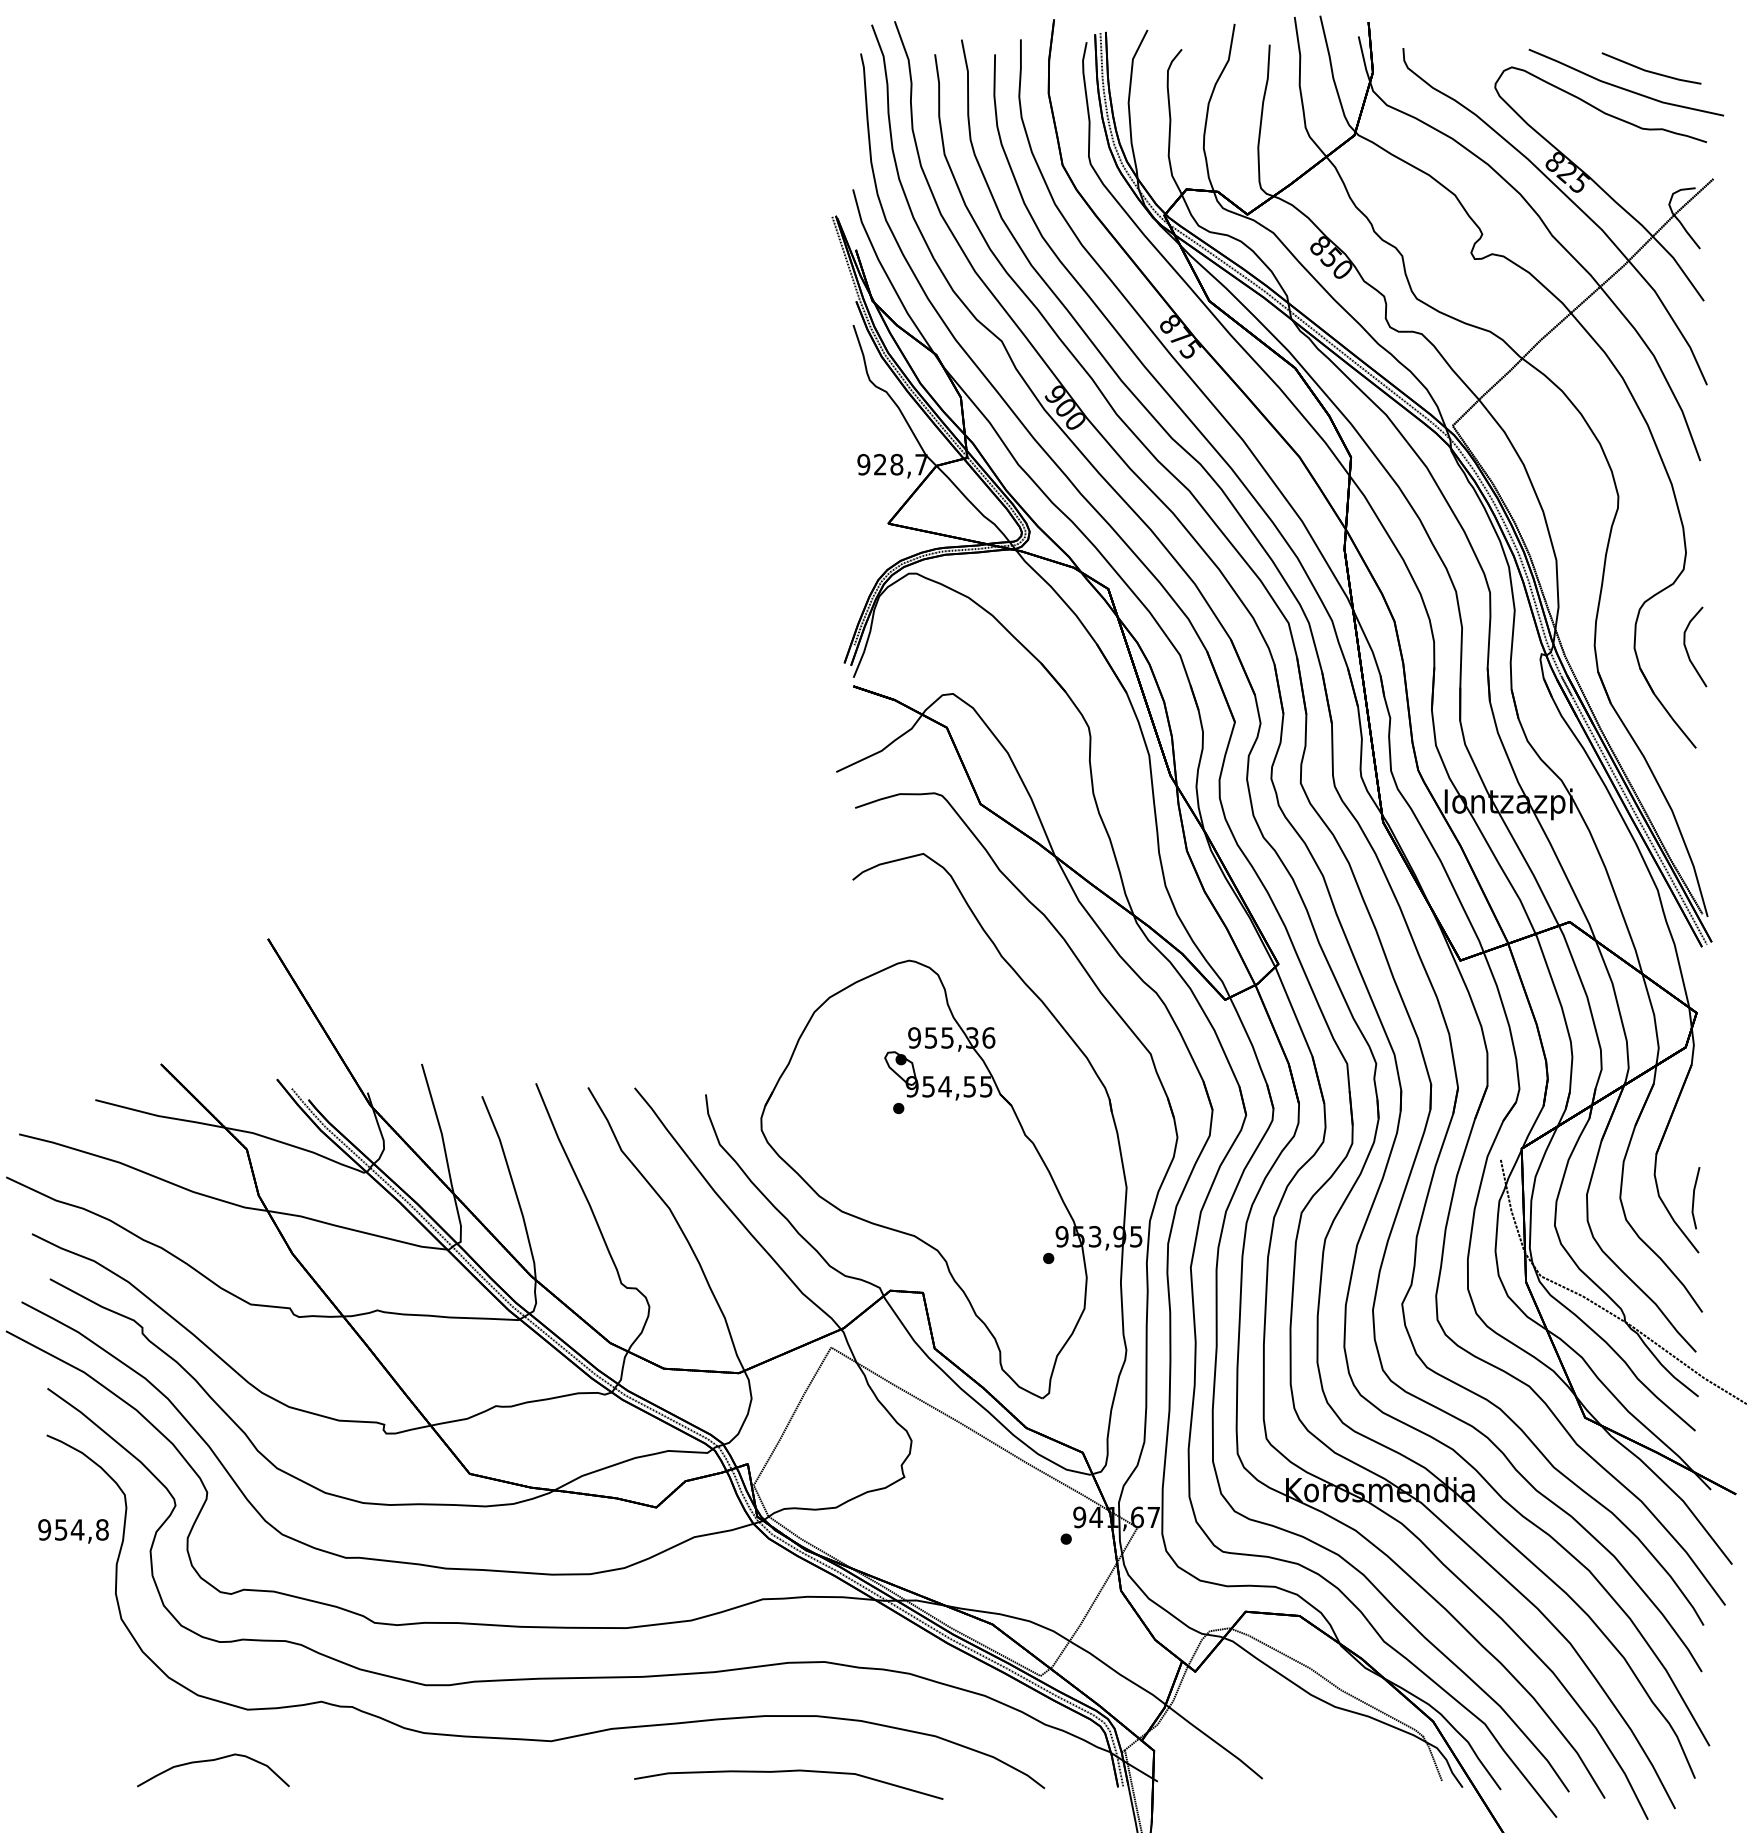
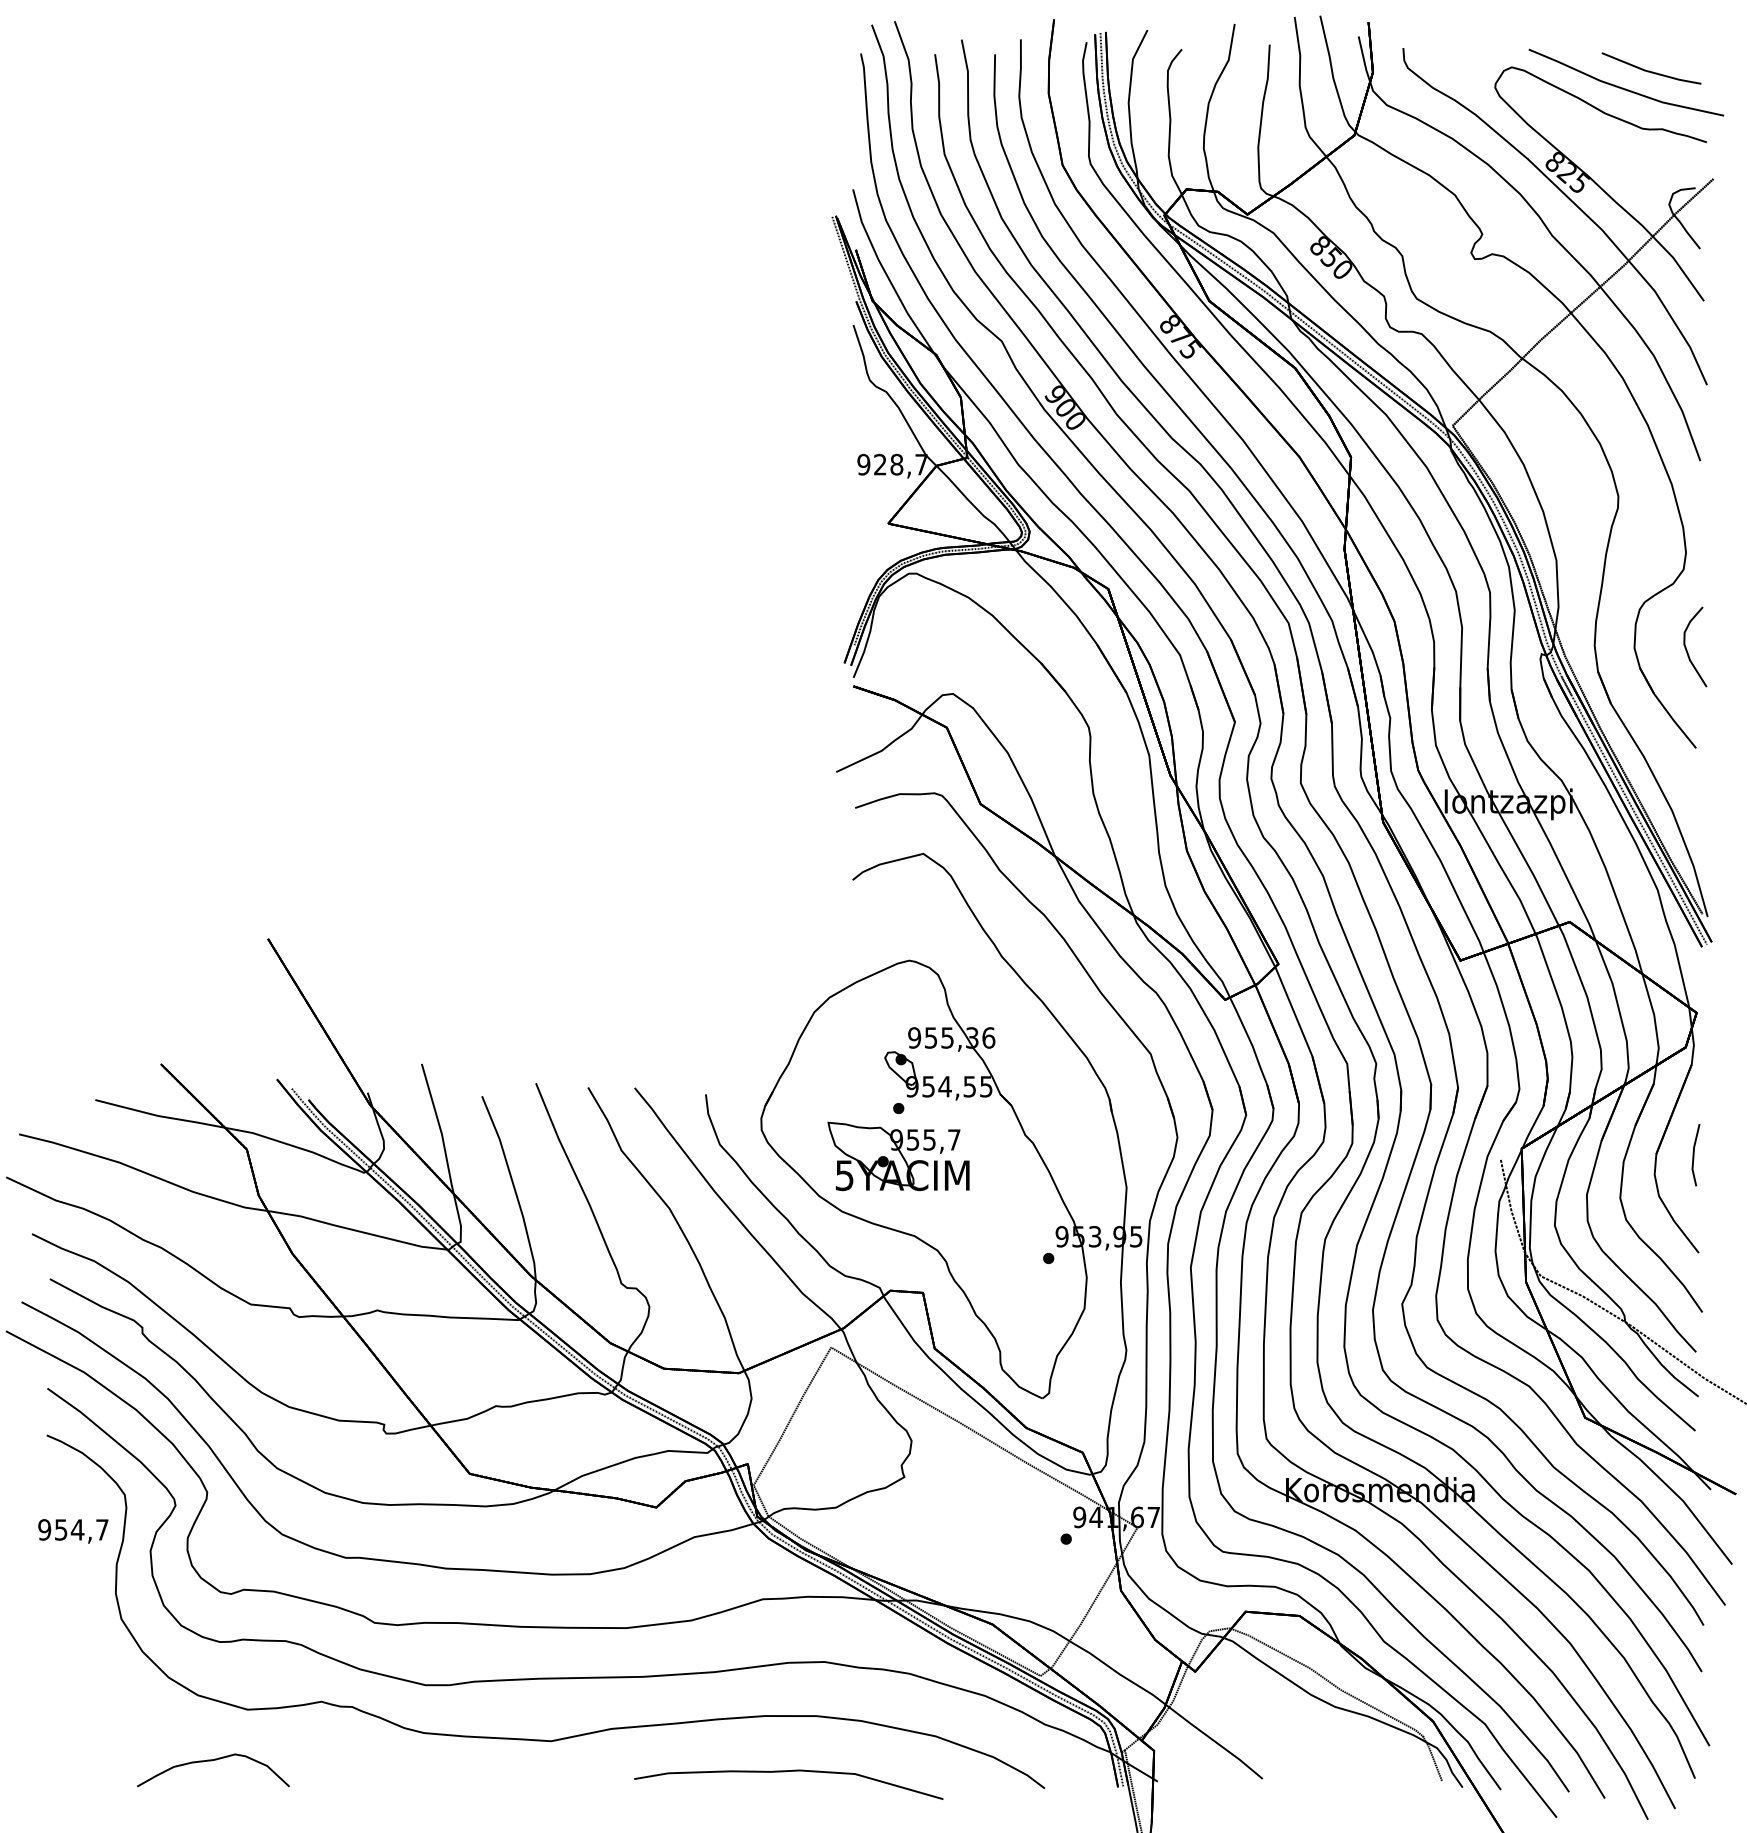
part at (898, 1156): none -> present
part at (1695, 1198) position: (1695, 1198) -> (1695, 1155)
text at (102, 1529): 954,8 -> 954,7
